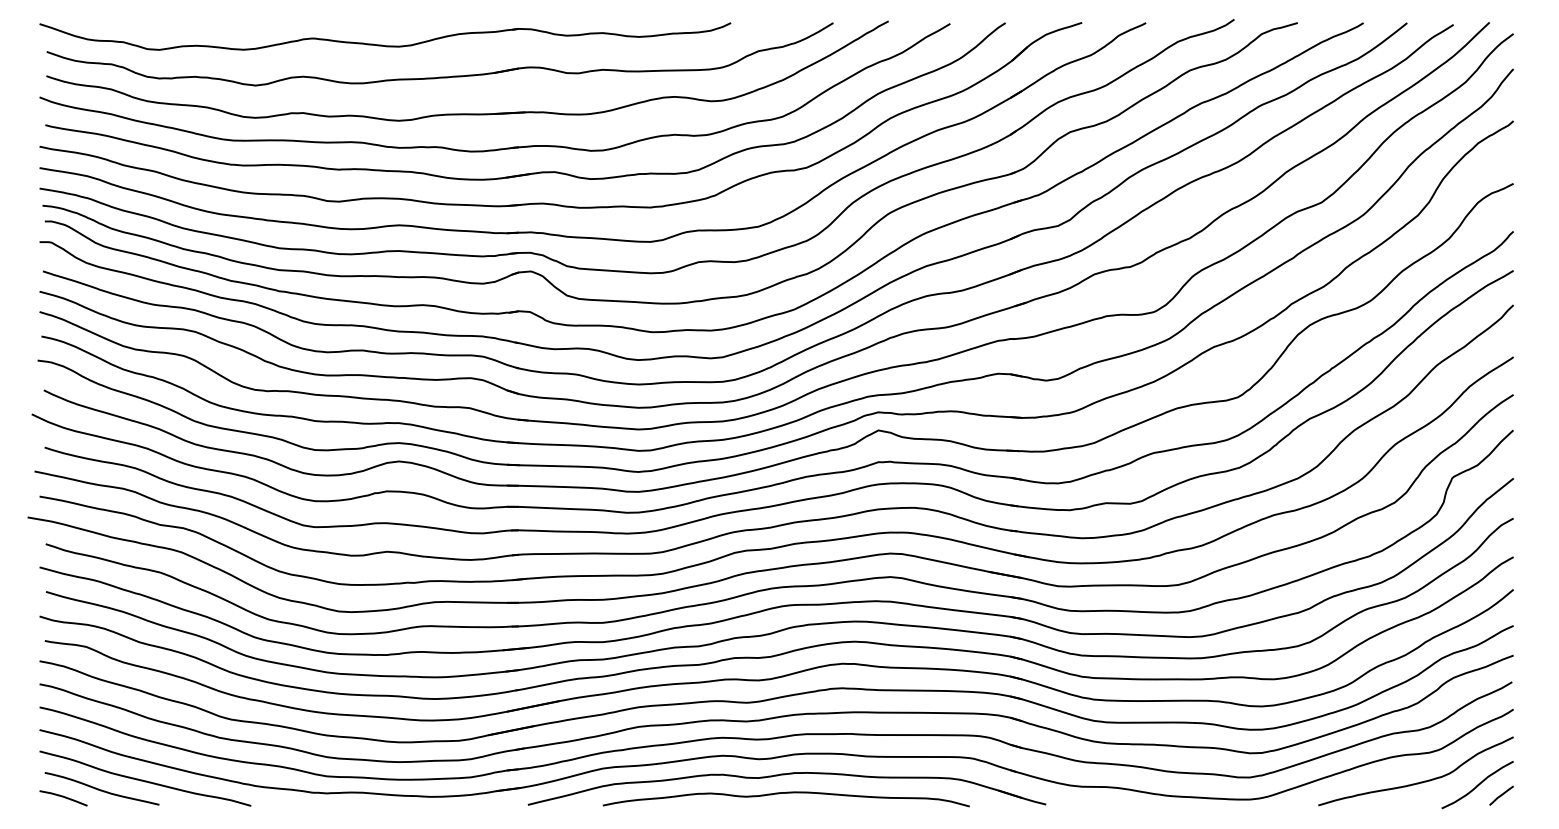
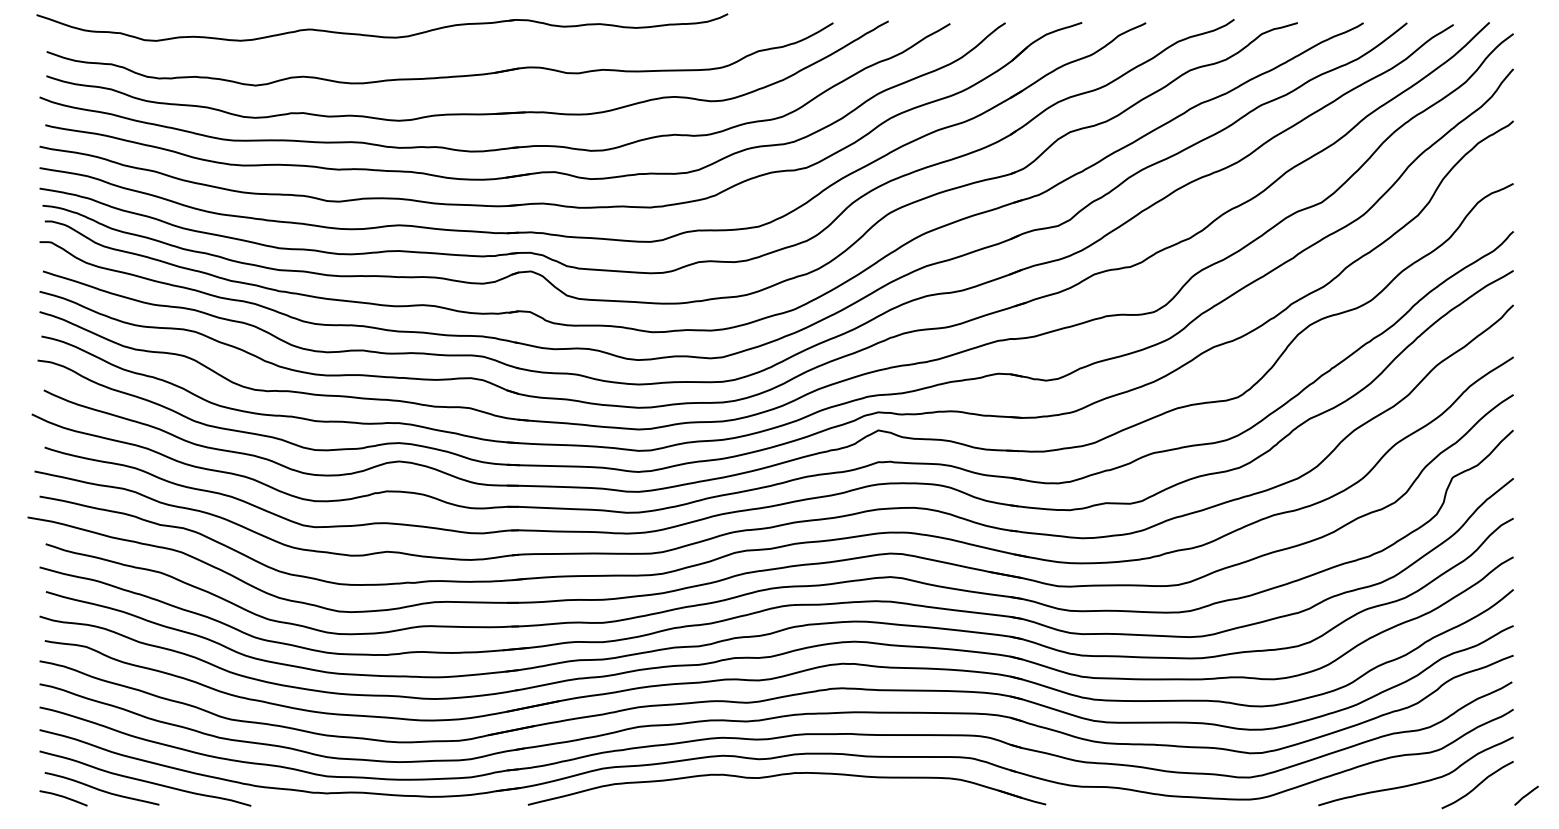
part at (382, 44) position: (382, 44) -> (379, 35)
curve at (785, 793): present -> none
line at (1501, 795) position: (1501, 795) -> (1526, 795)
